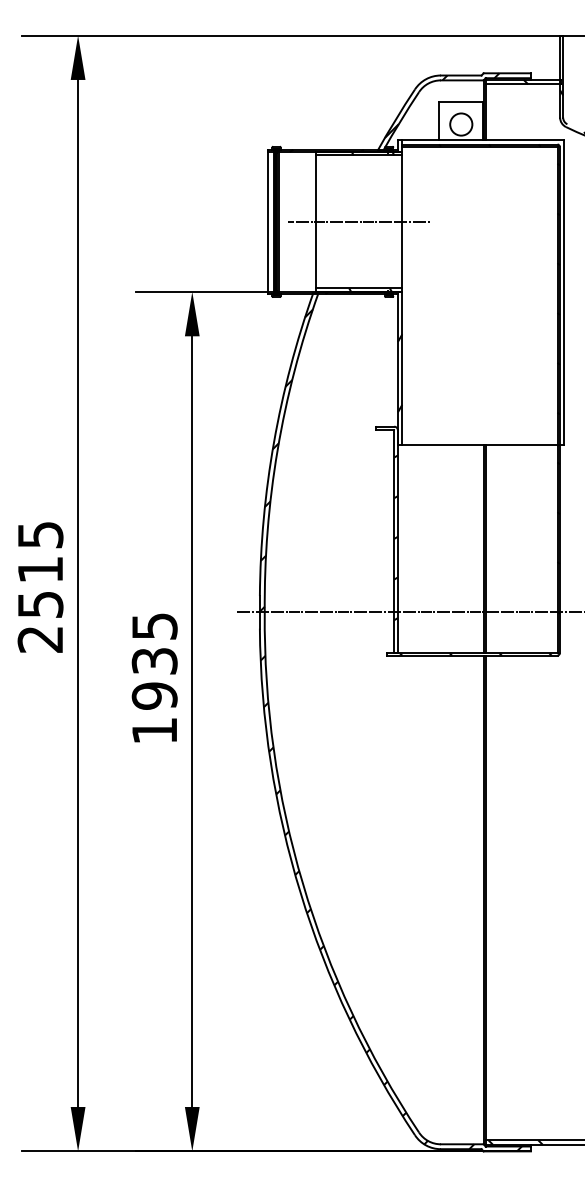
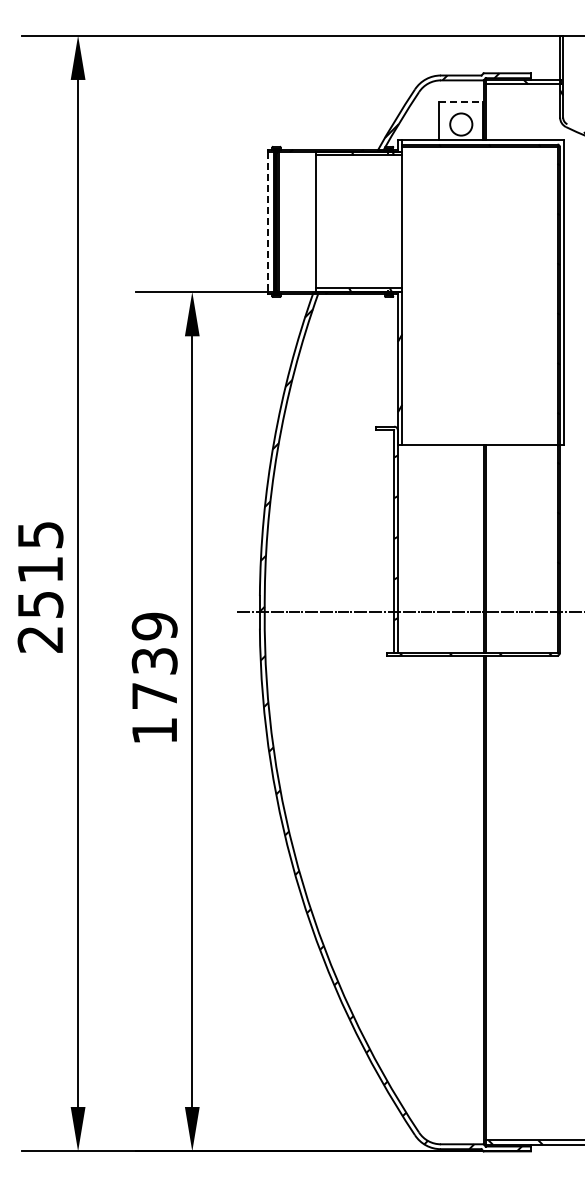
line at (461, 102): solid -> dashed
line at (359, 221): present -> none
line at (267, 222): solid -> dashed
text at (154, 660): 1935 -> 1739
